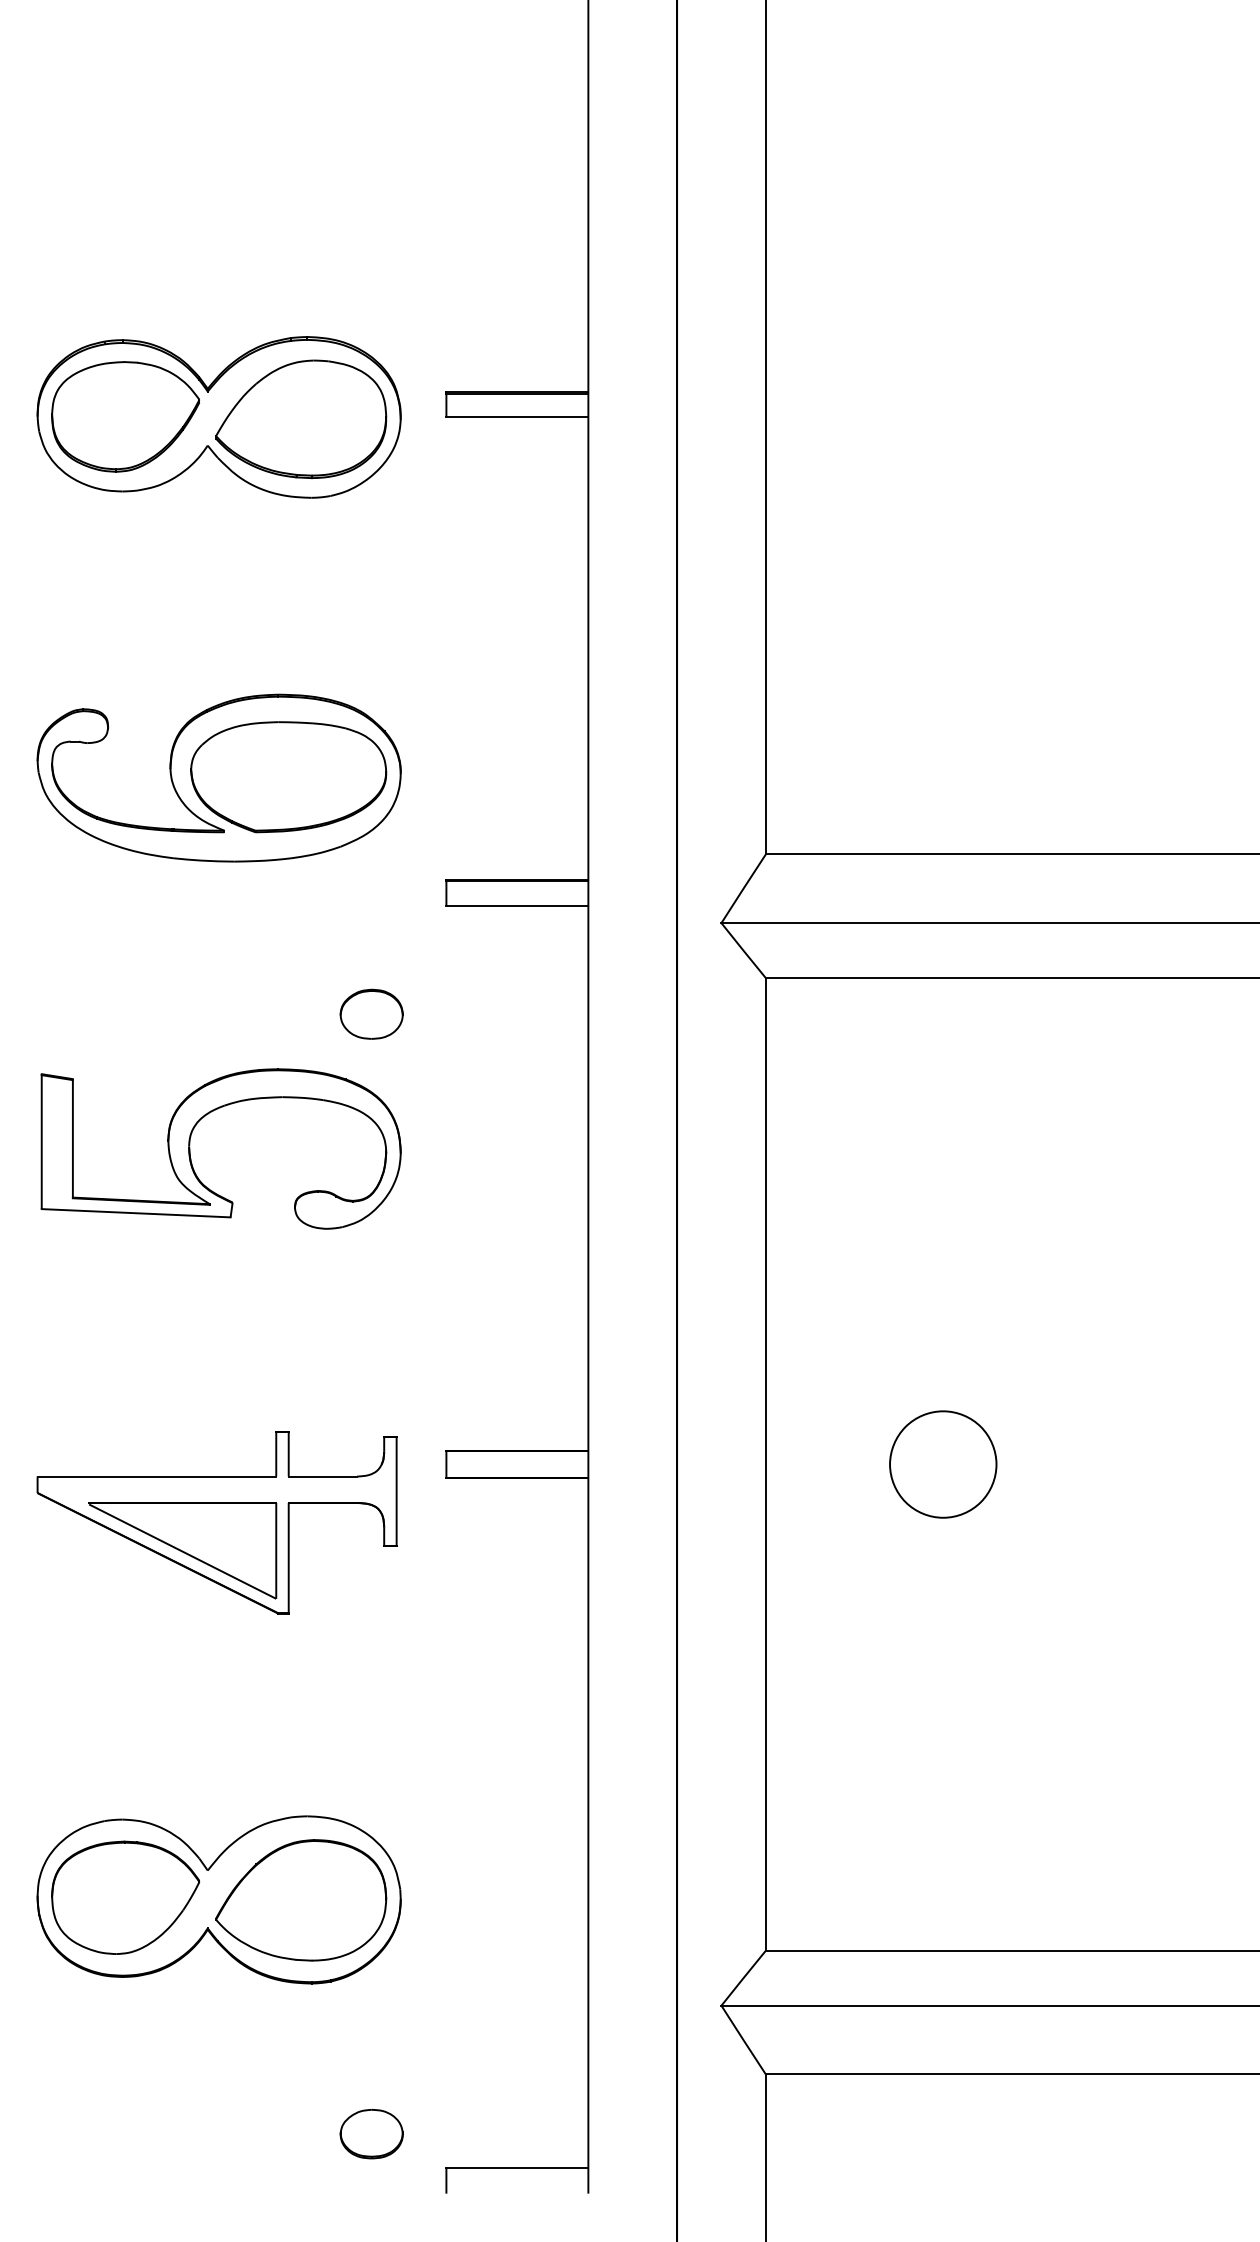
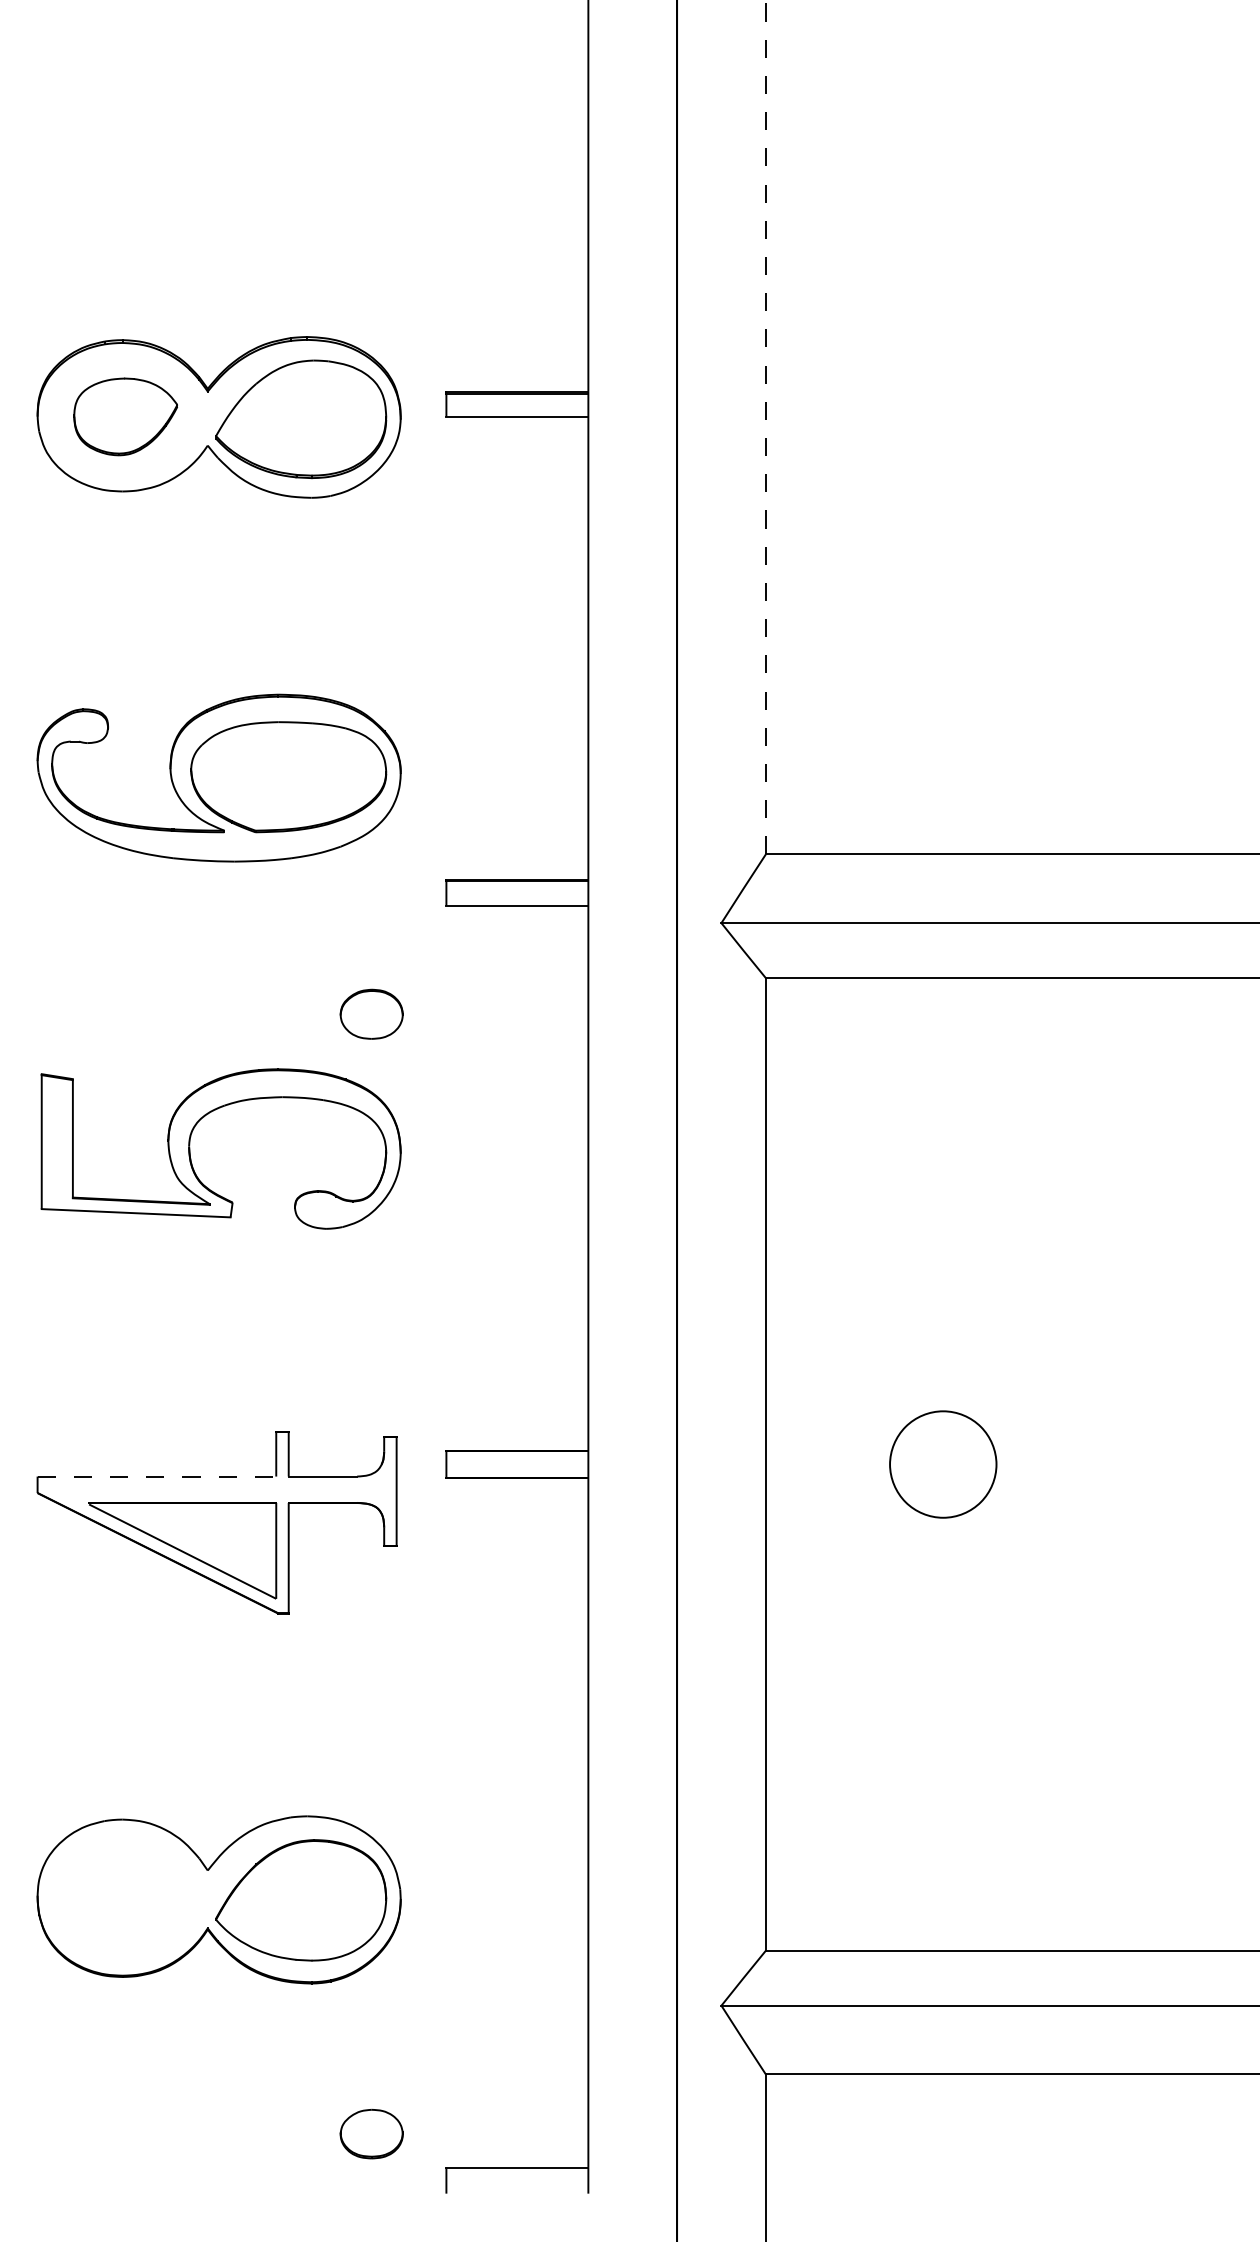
part at (125, 416) size: 150x112 px -> 105x80 px
line at (765, 426): solid -> dashed
line at (157, 1476): solid -> dashed
part at (125, 1897): present -> none
